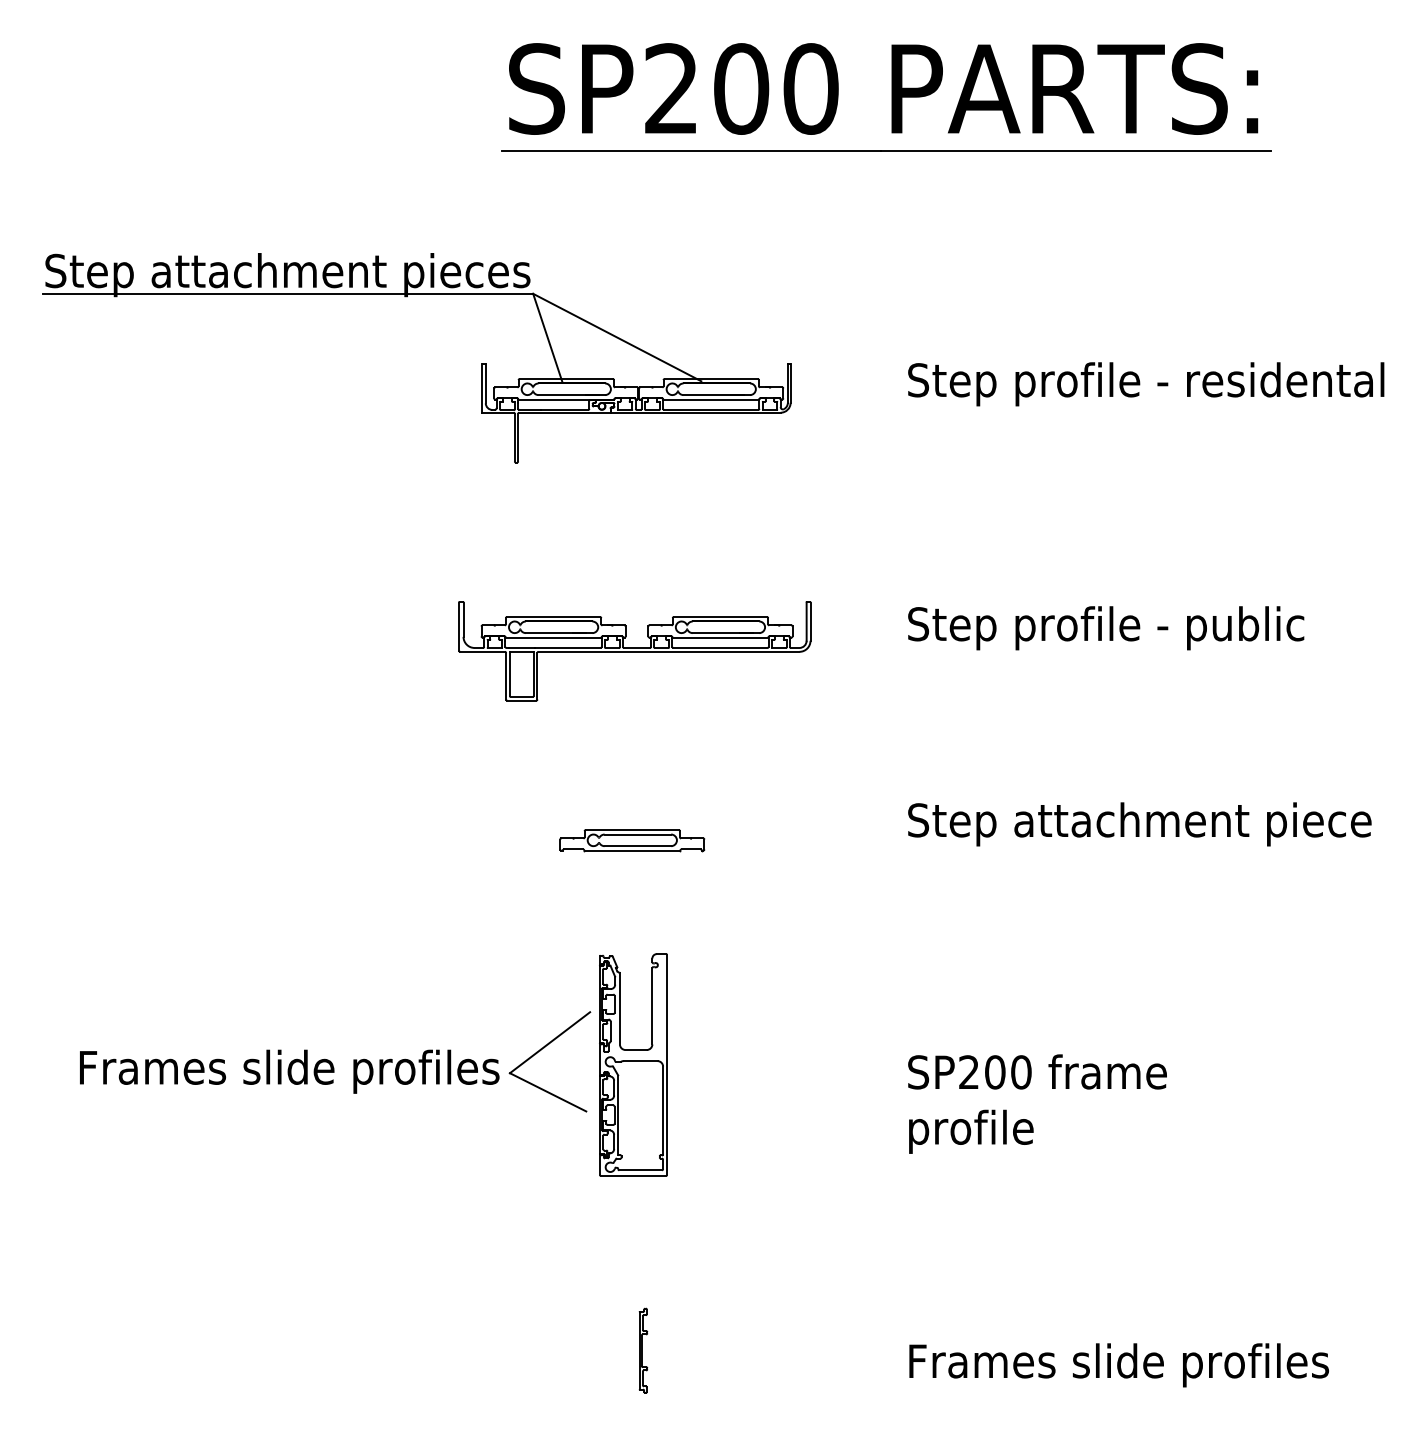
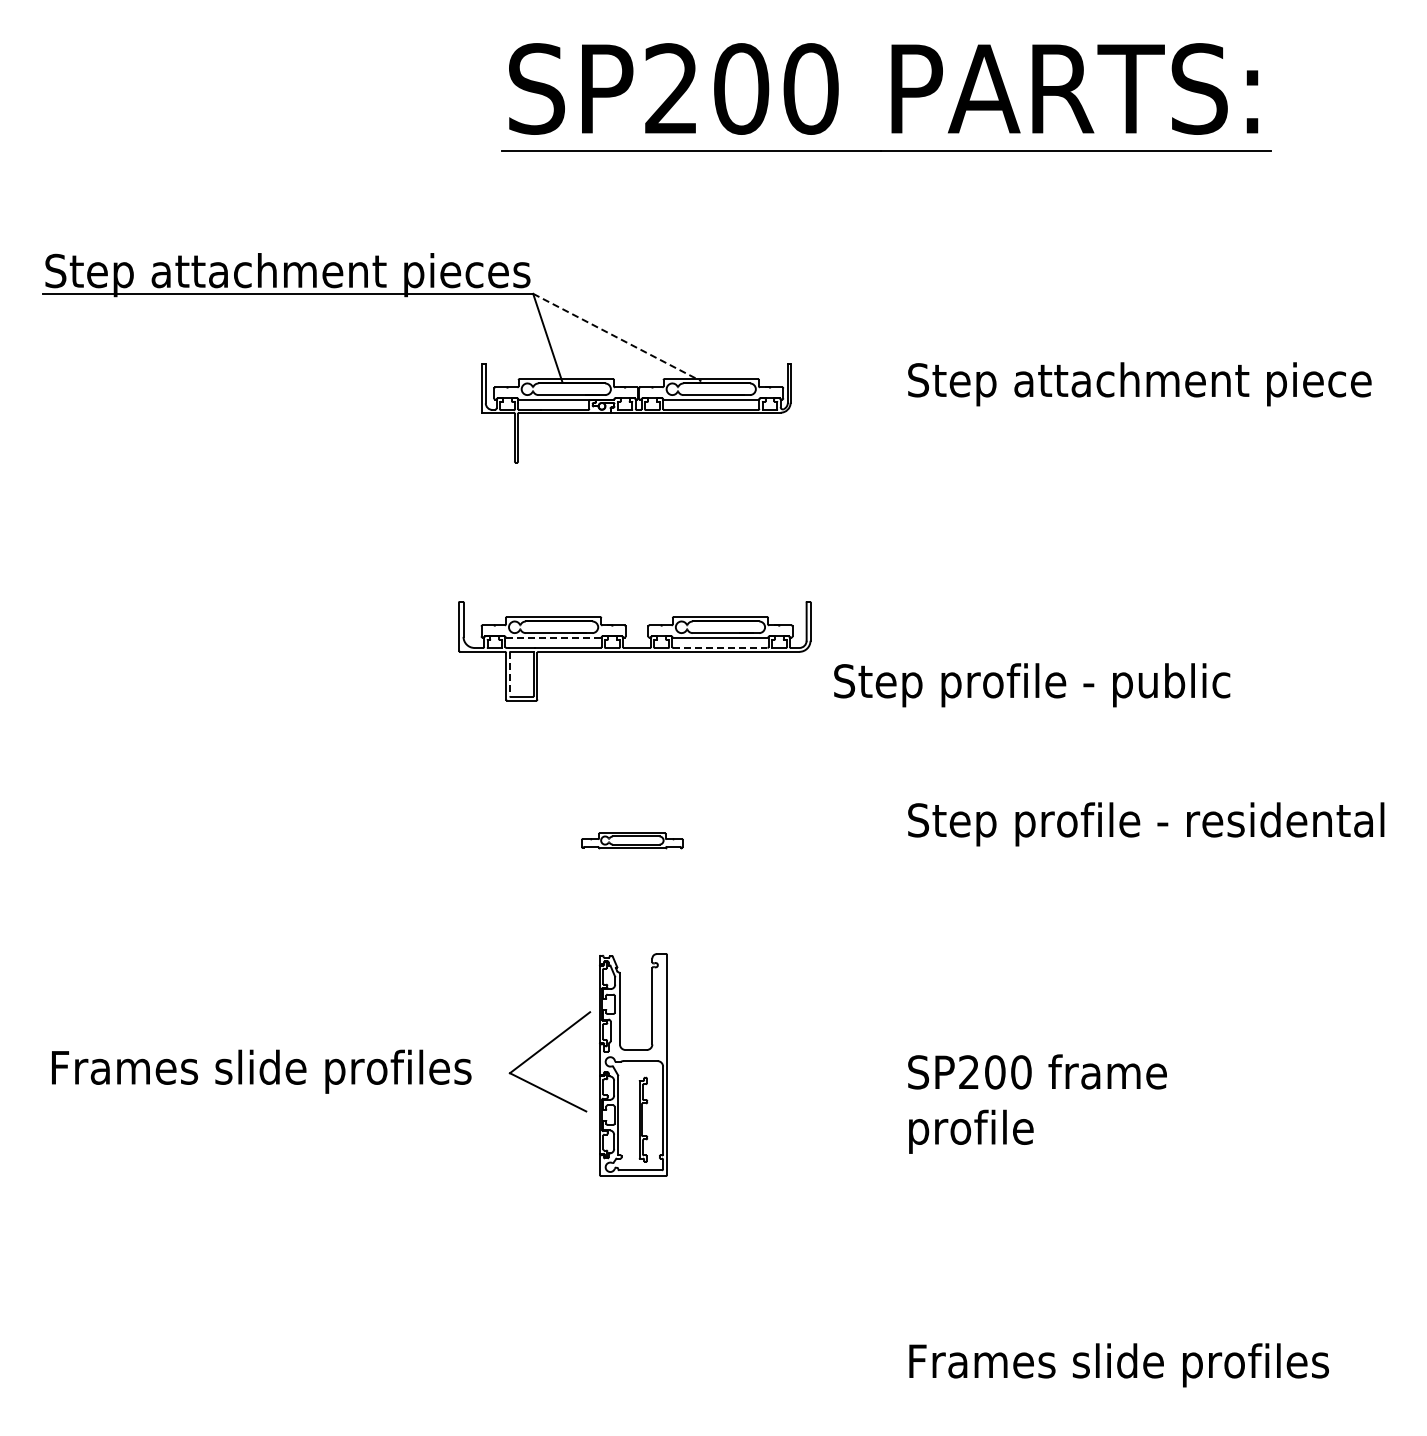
line at (617, 337): solid -> dashed
text at (1199, 384): Step profile - residental -> Step attachment piece
text at (1106, 628) position: (1106, 628) -> (1032, 685)
line at (554, 637): solid -> dashed
line at (720, 647): solid -> dashed
line at (510, 674): solid -> dashed
text at (1199, 824): Step attachment piece -> Step profile - residental
part at (632, 840) size: 147x24 px -> 103x18 px
text at (289, 1071) position: (289, 1071) -> (261, 1071)
part at (643, 1350) position: (643, 1350) -> (643, 1119)
